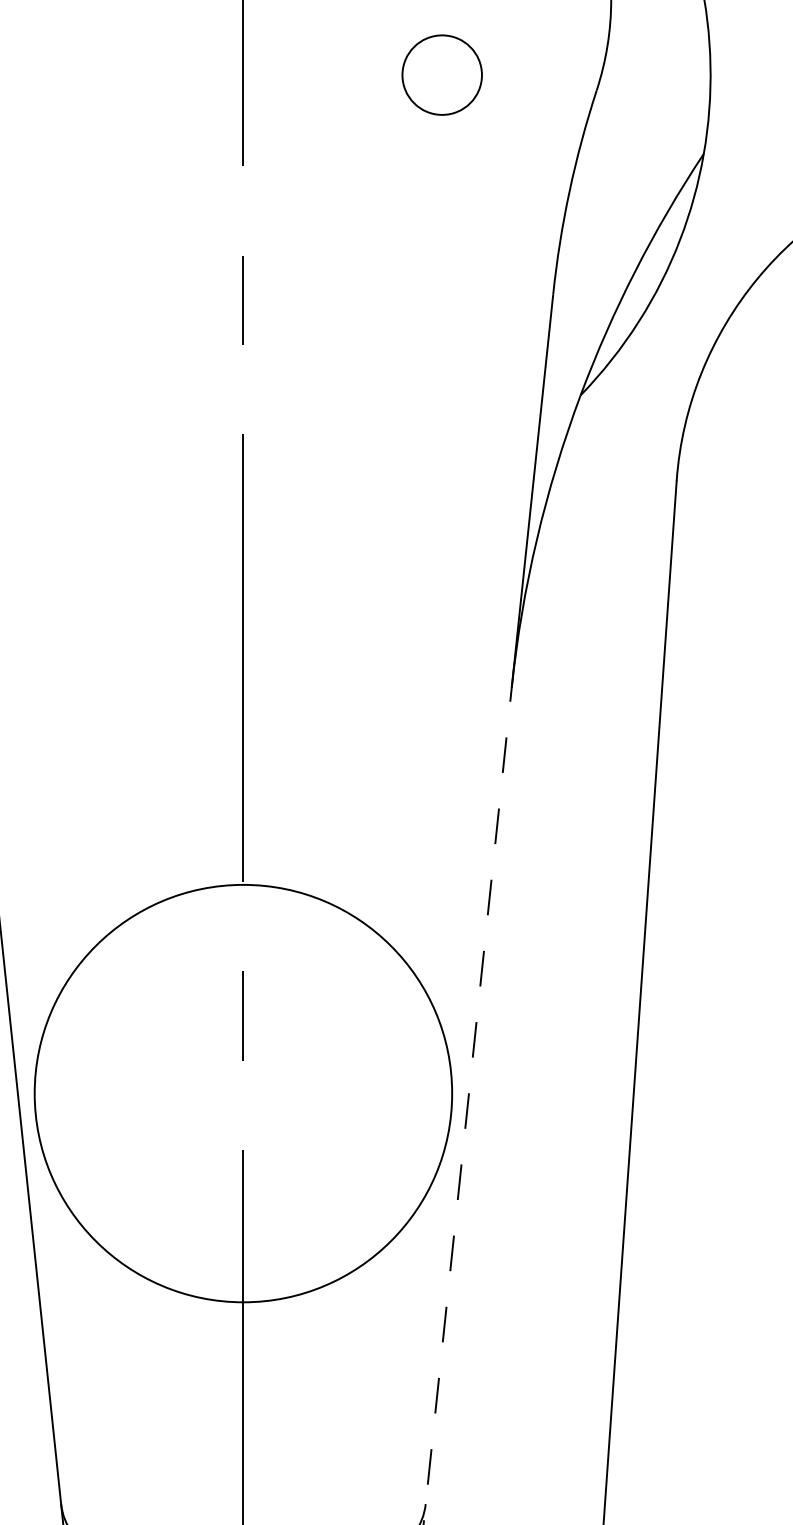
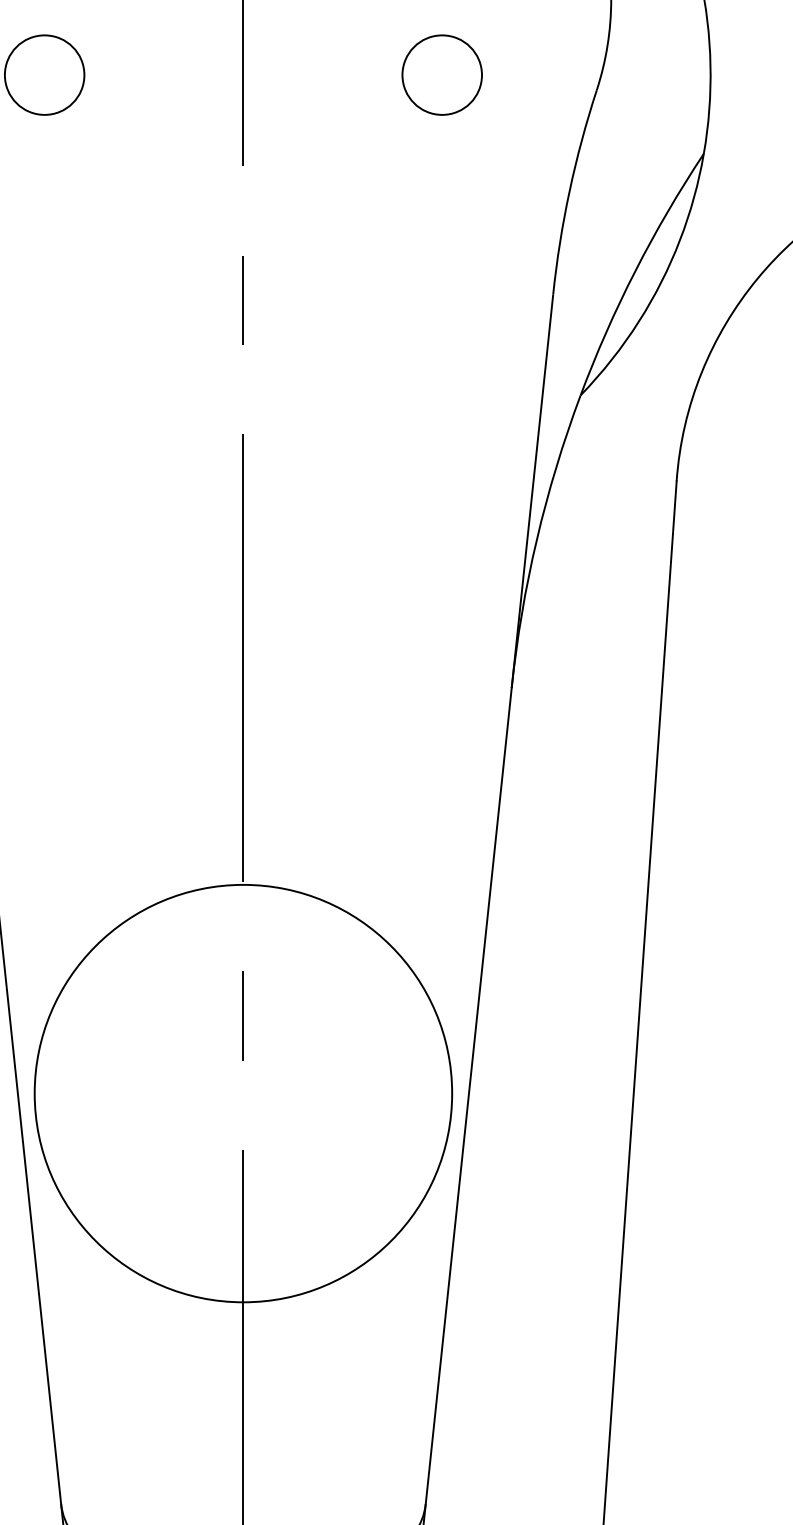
part at (44, 74): none -> present
line at (467, 1105): dashed -> solid
